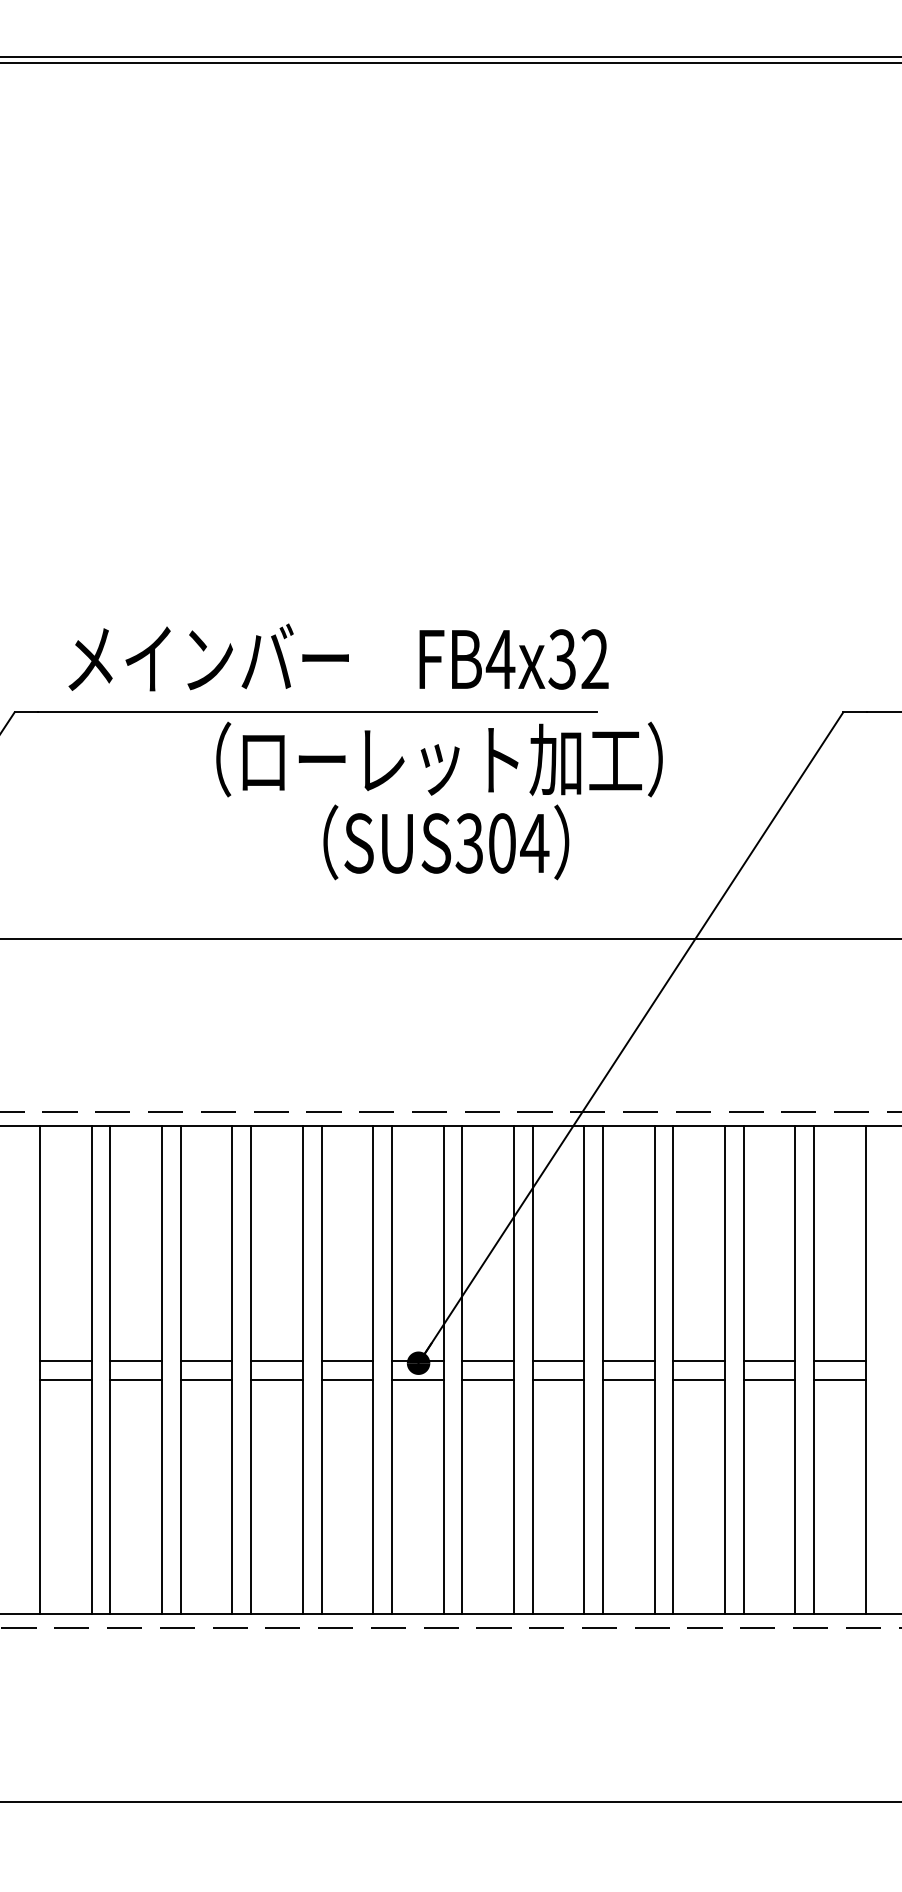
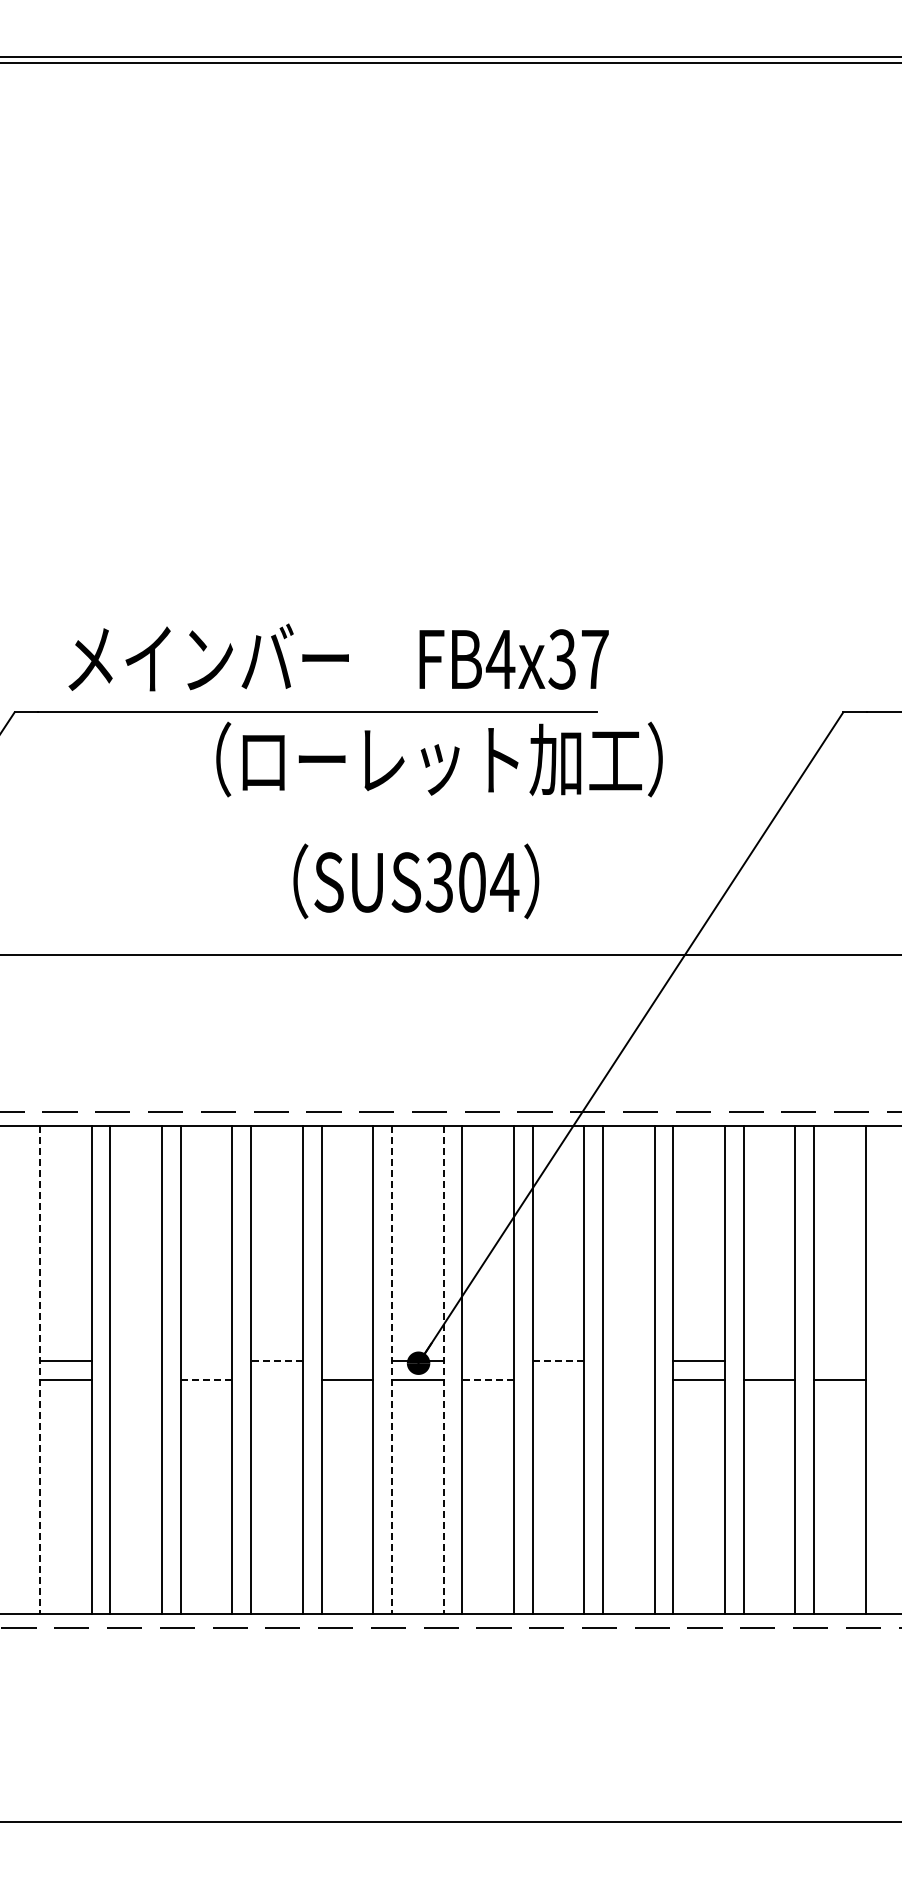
text at (594, 658): FB4x32 -> FB4x37
text at (446, 842) position: (446, 842) -> (416, 881)
line at (450, 938) position: (450, 938) -> (450, 954)
line at (136, 1360): present -> none
line at (206, 1360): present -> none
line at (277, 1360): solid -> dashed
line at (347, 1360): present -> none
line at (487, 1360): present -> none
line at (558, 1360): solid -> dashed
line at (628, 1360): present -> none
line at (769, 1360): present -> none
line at (839, 1360): present -> none
line at (40, 1370): solid -> dashed
line at (391, 1370): solid -> dashed
line at (443, 1370): solid -> dashed
line at (136, 1379): present -> none
line at (206, 1379): solid -> dashed
line at (276, 1379): present -> none
line at (488, 1379): solid -> dashed
line at (558, 1379): present -> none
line at (628, 1379): present -> none
line at (450, 1801) position: (450, 1801) -> (450, 1821)
